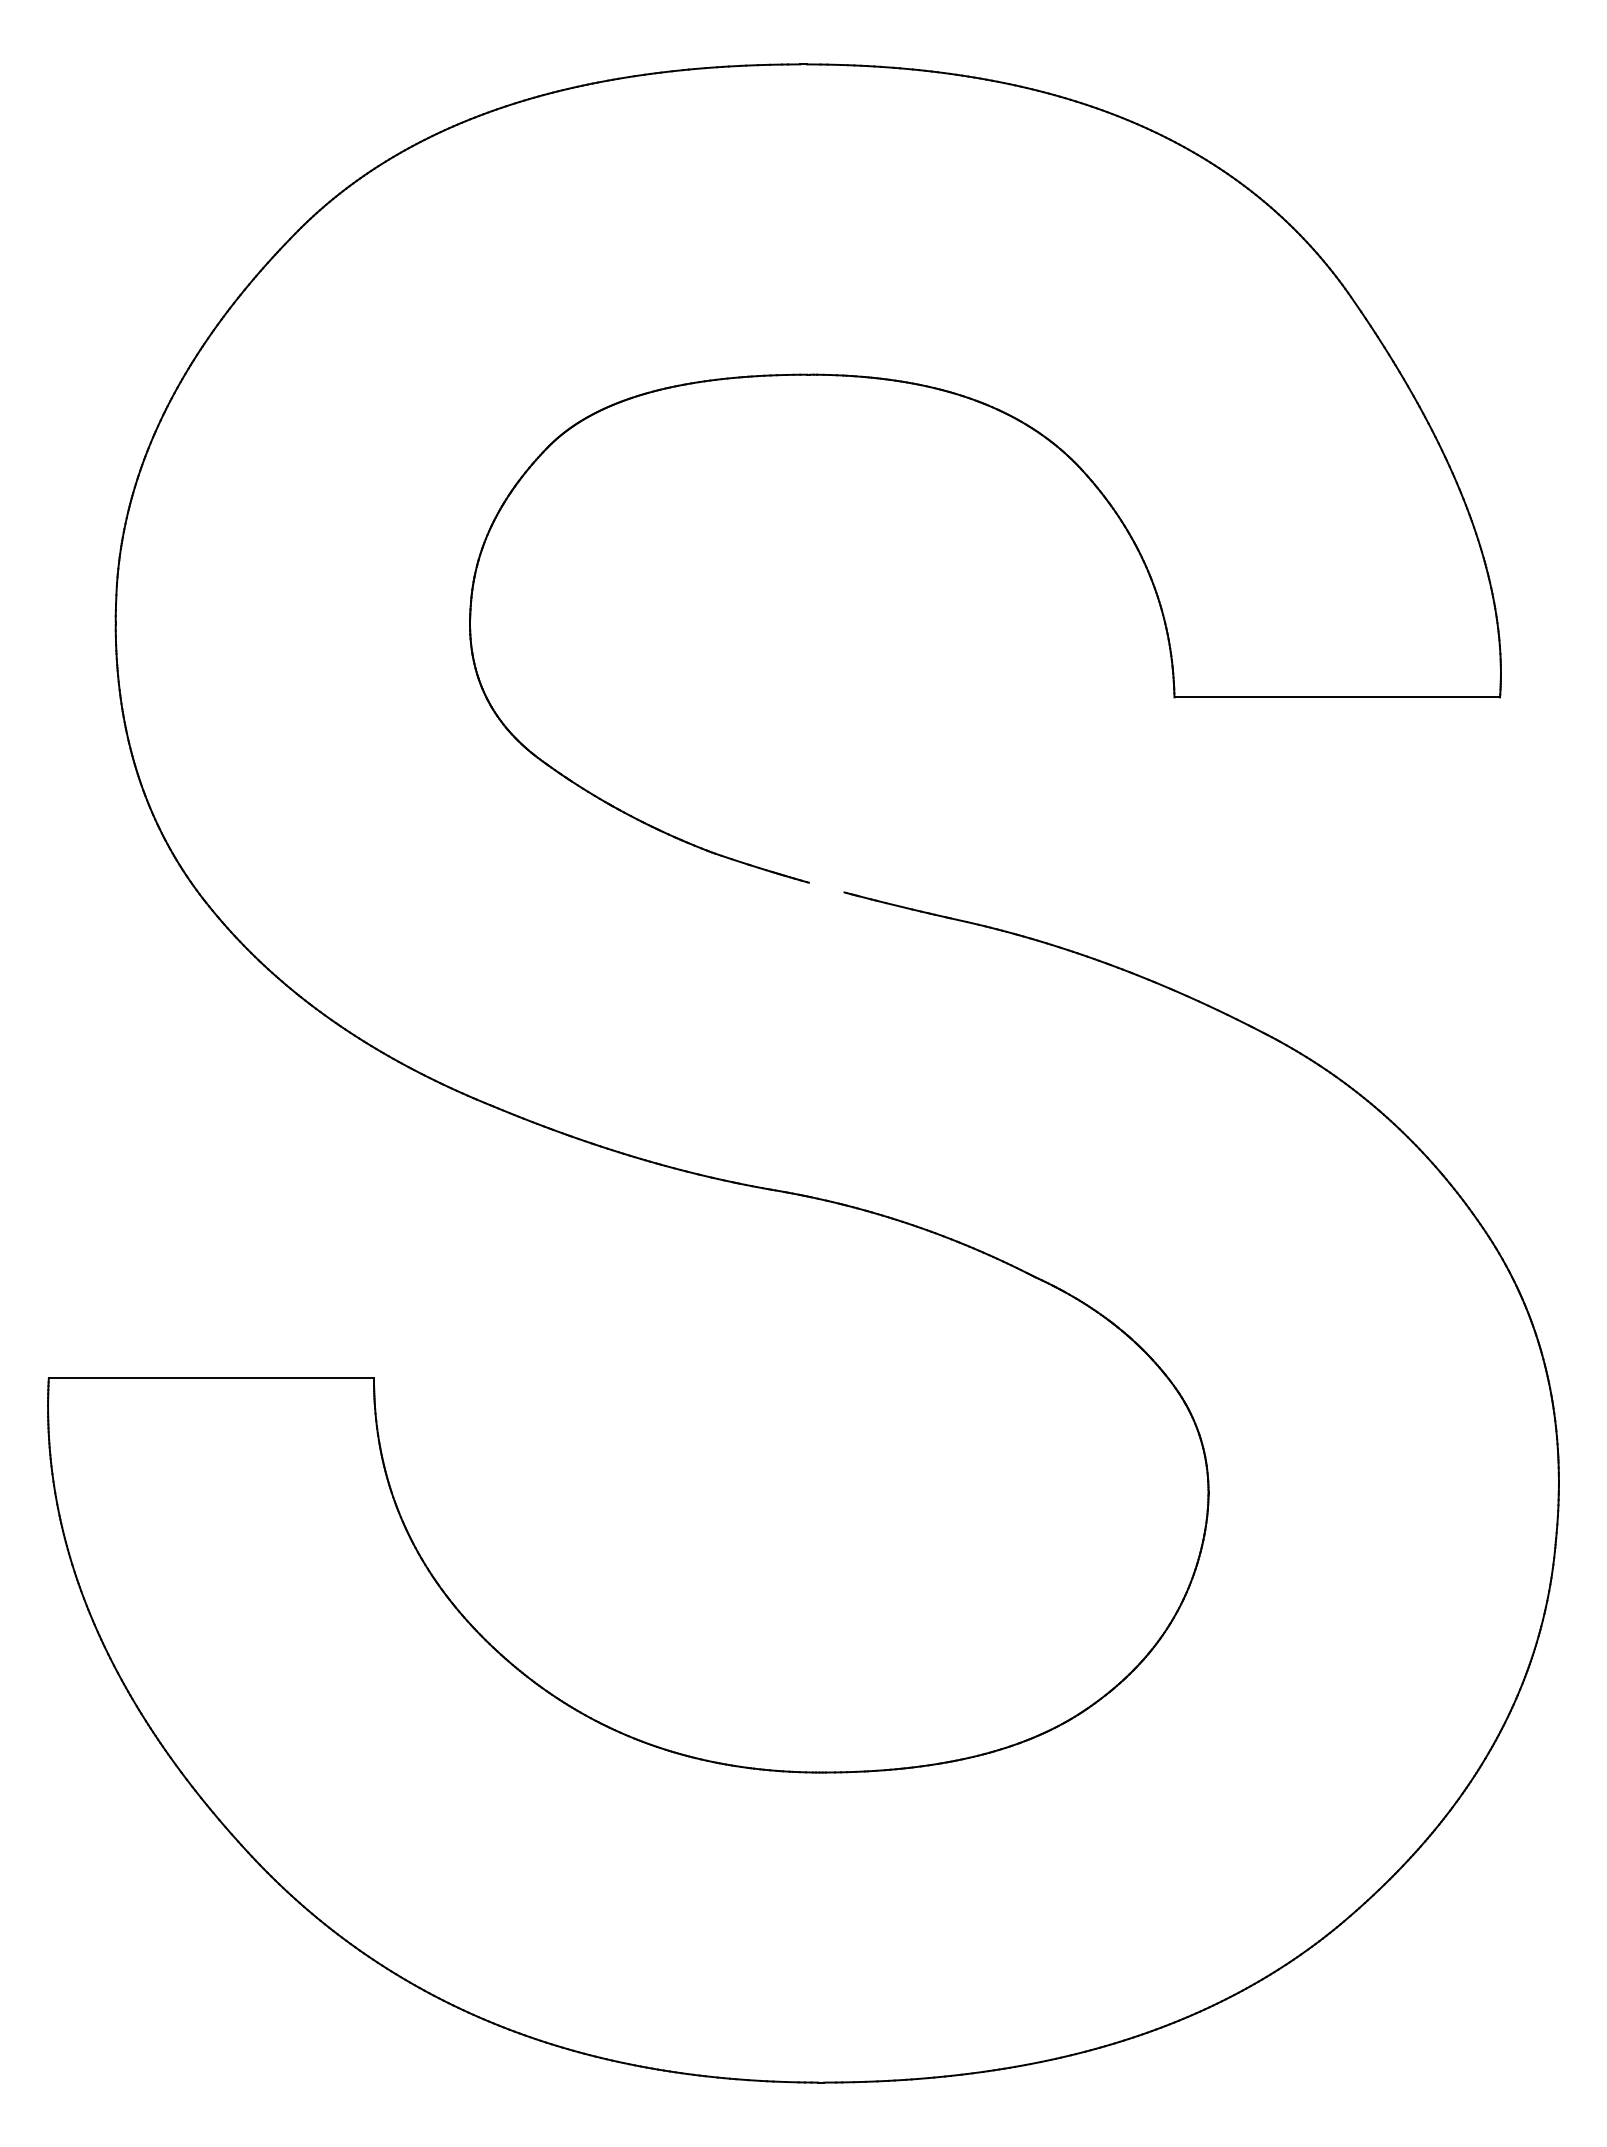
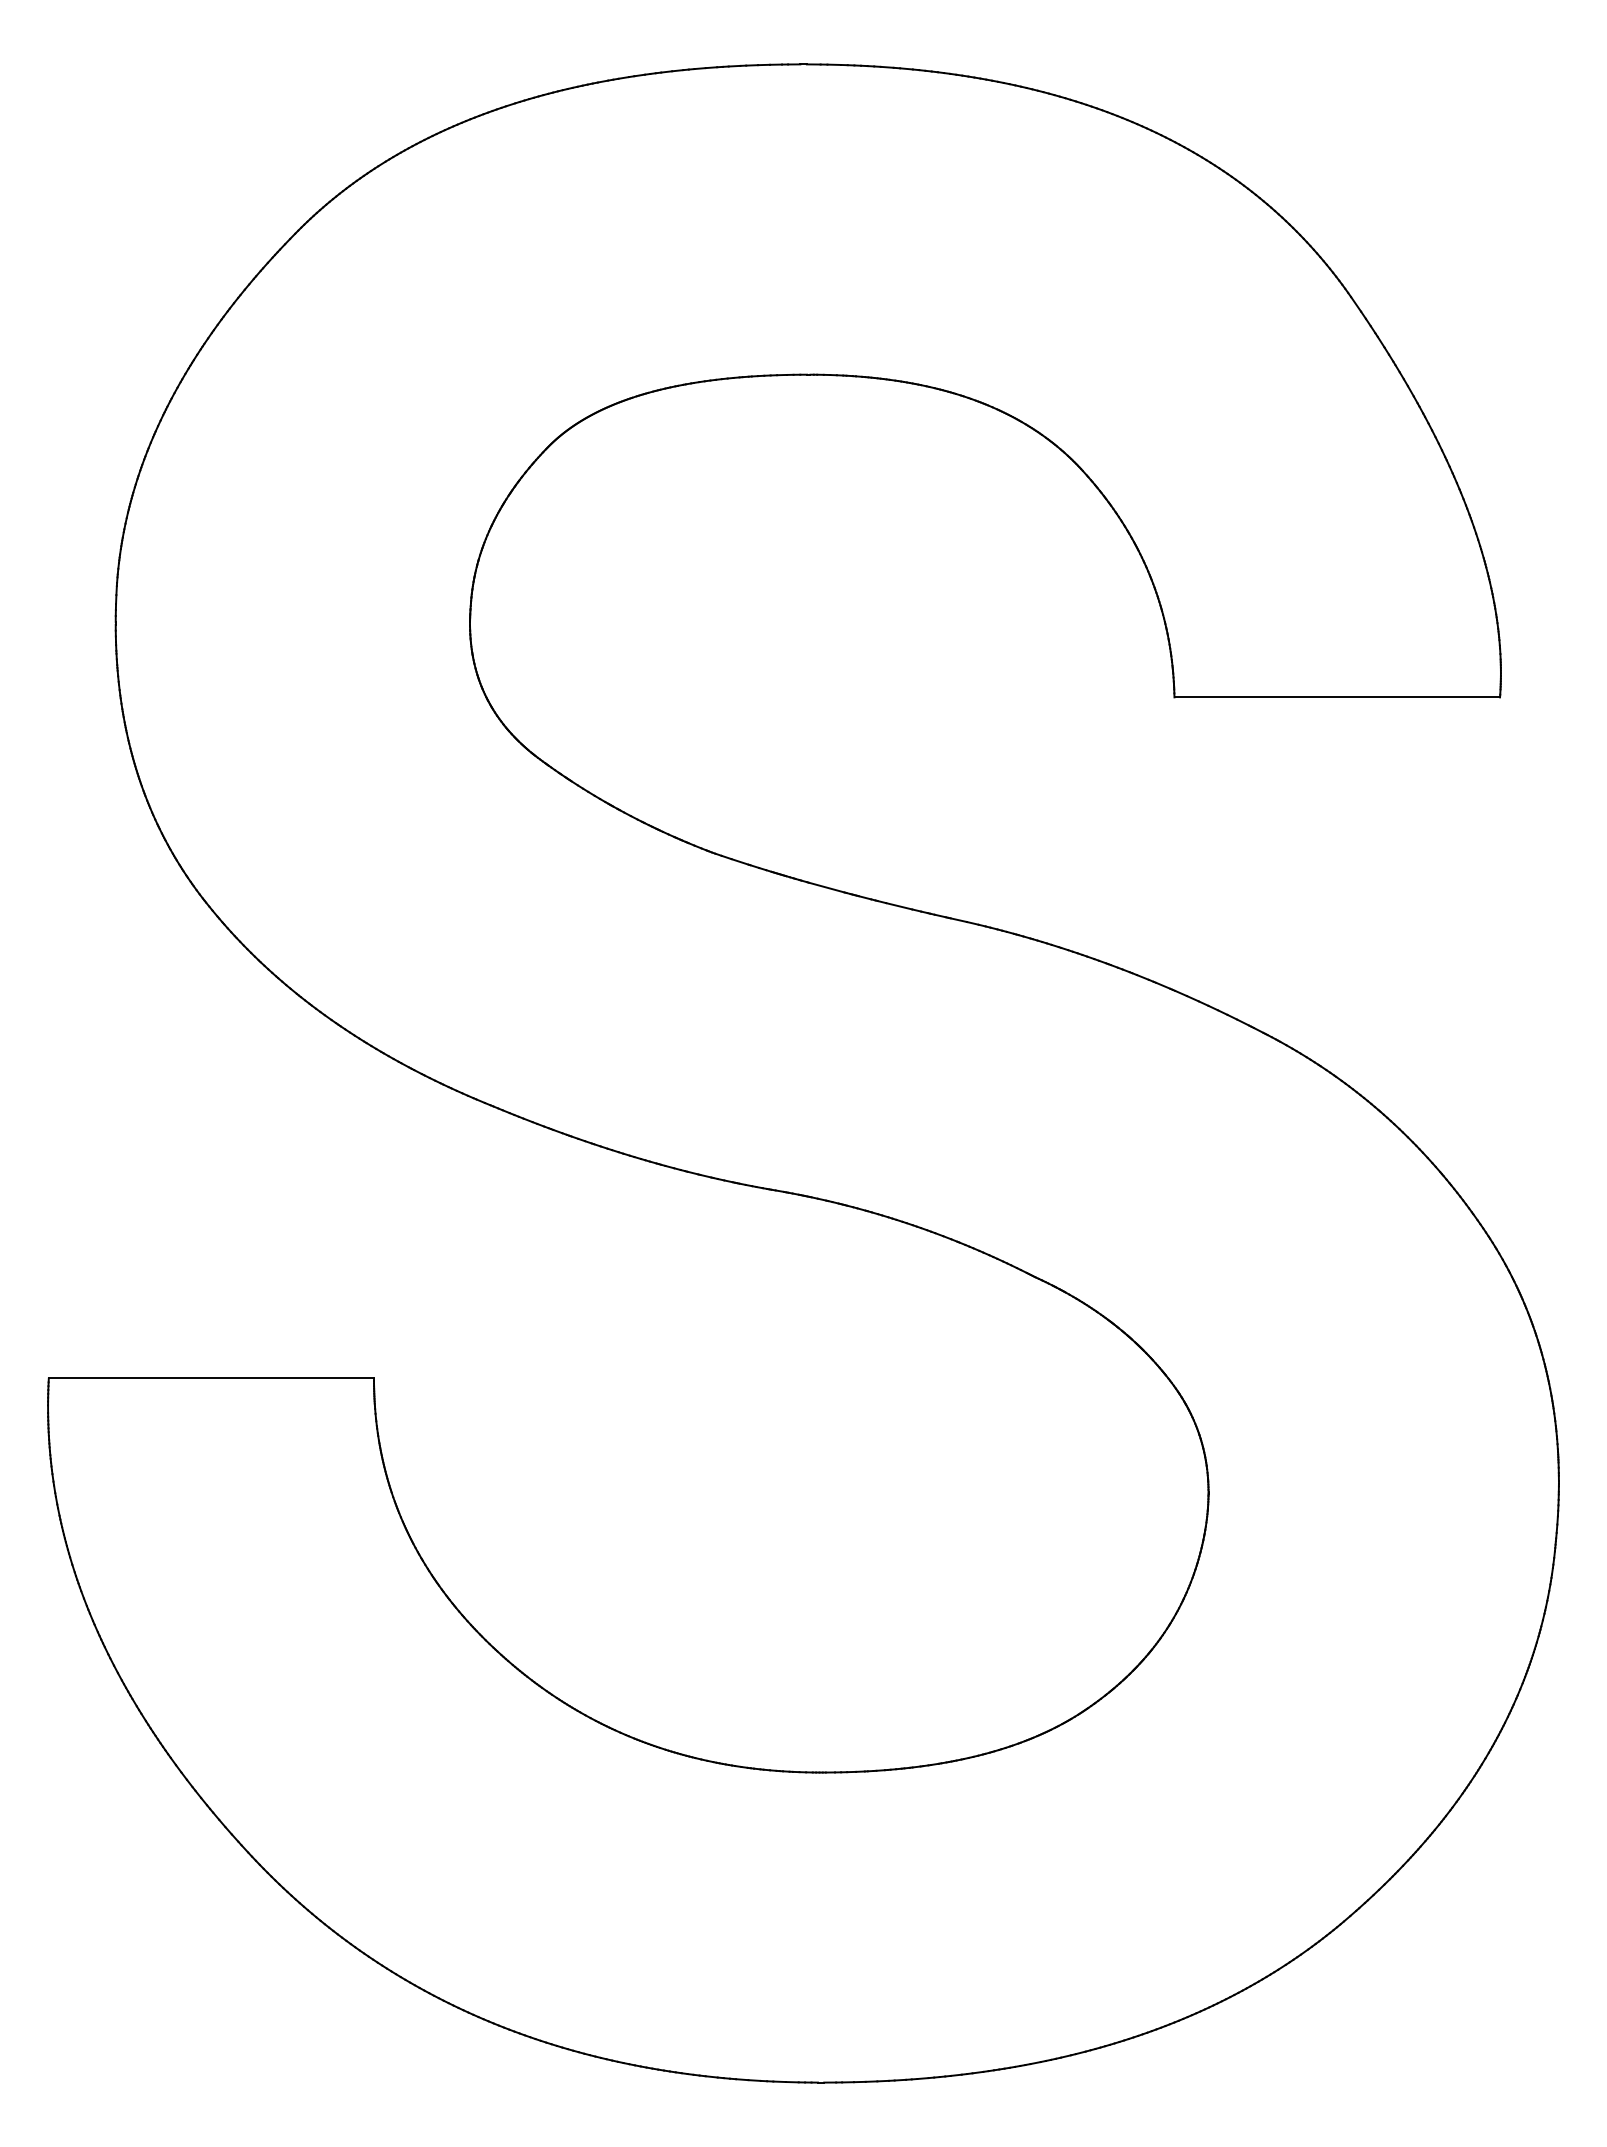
line at (826, 887): none -> present
